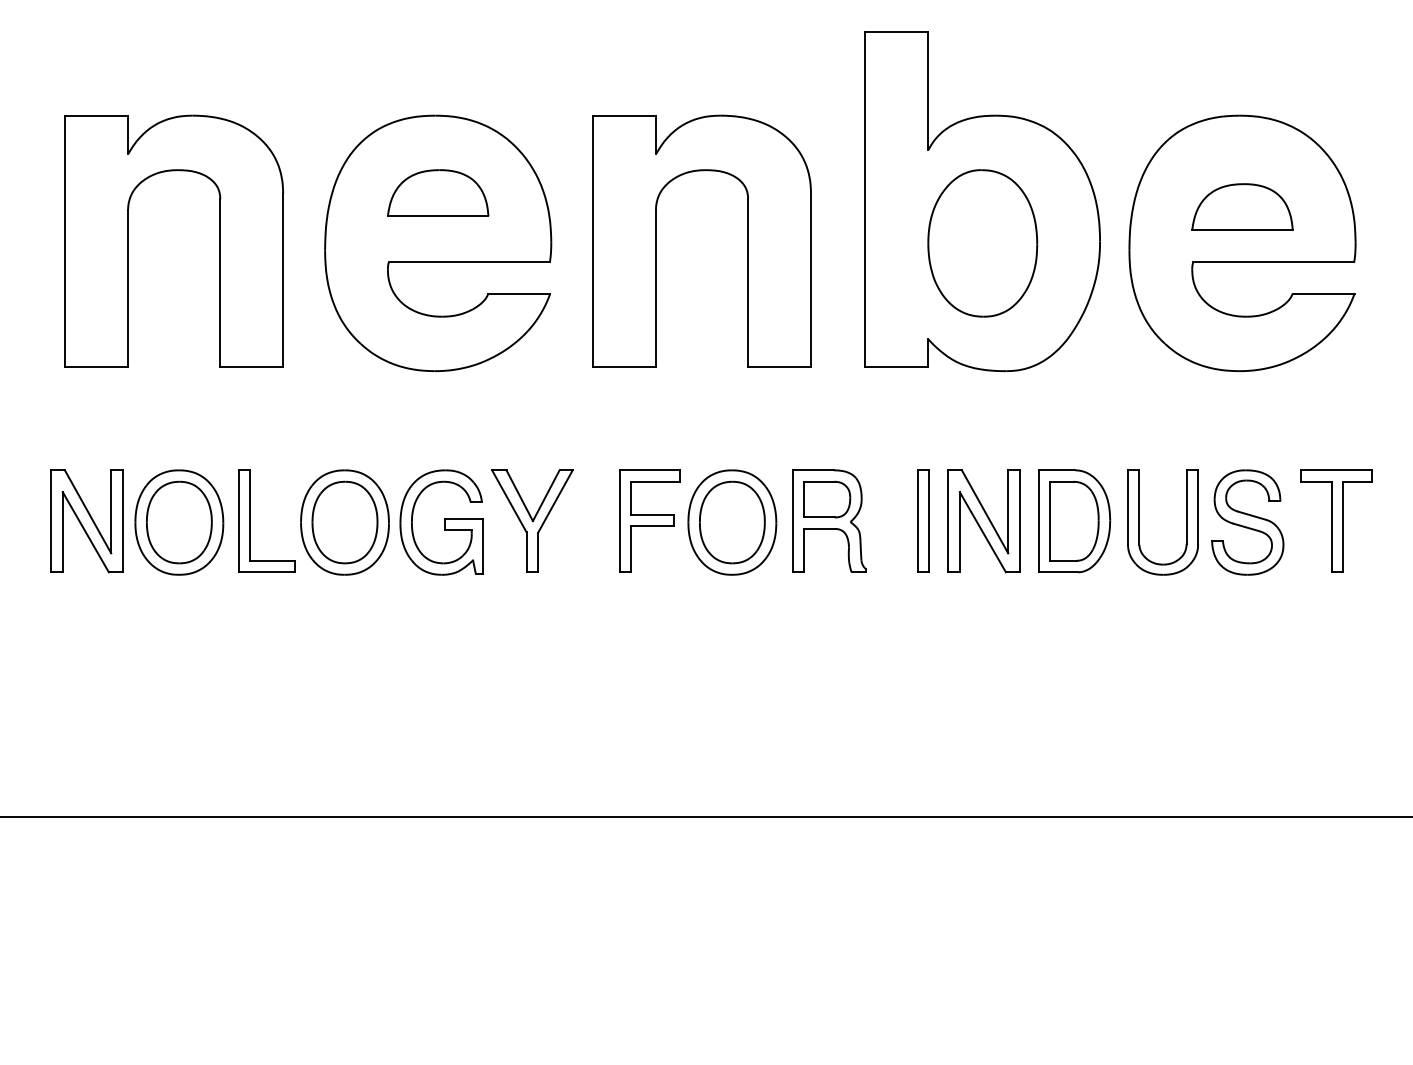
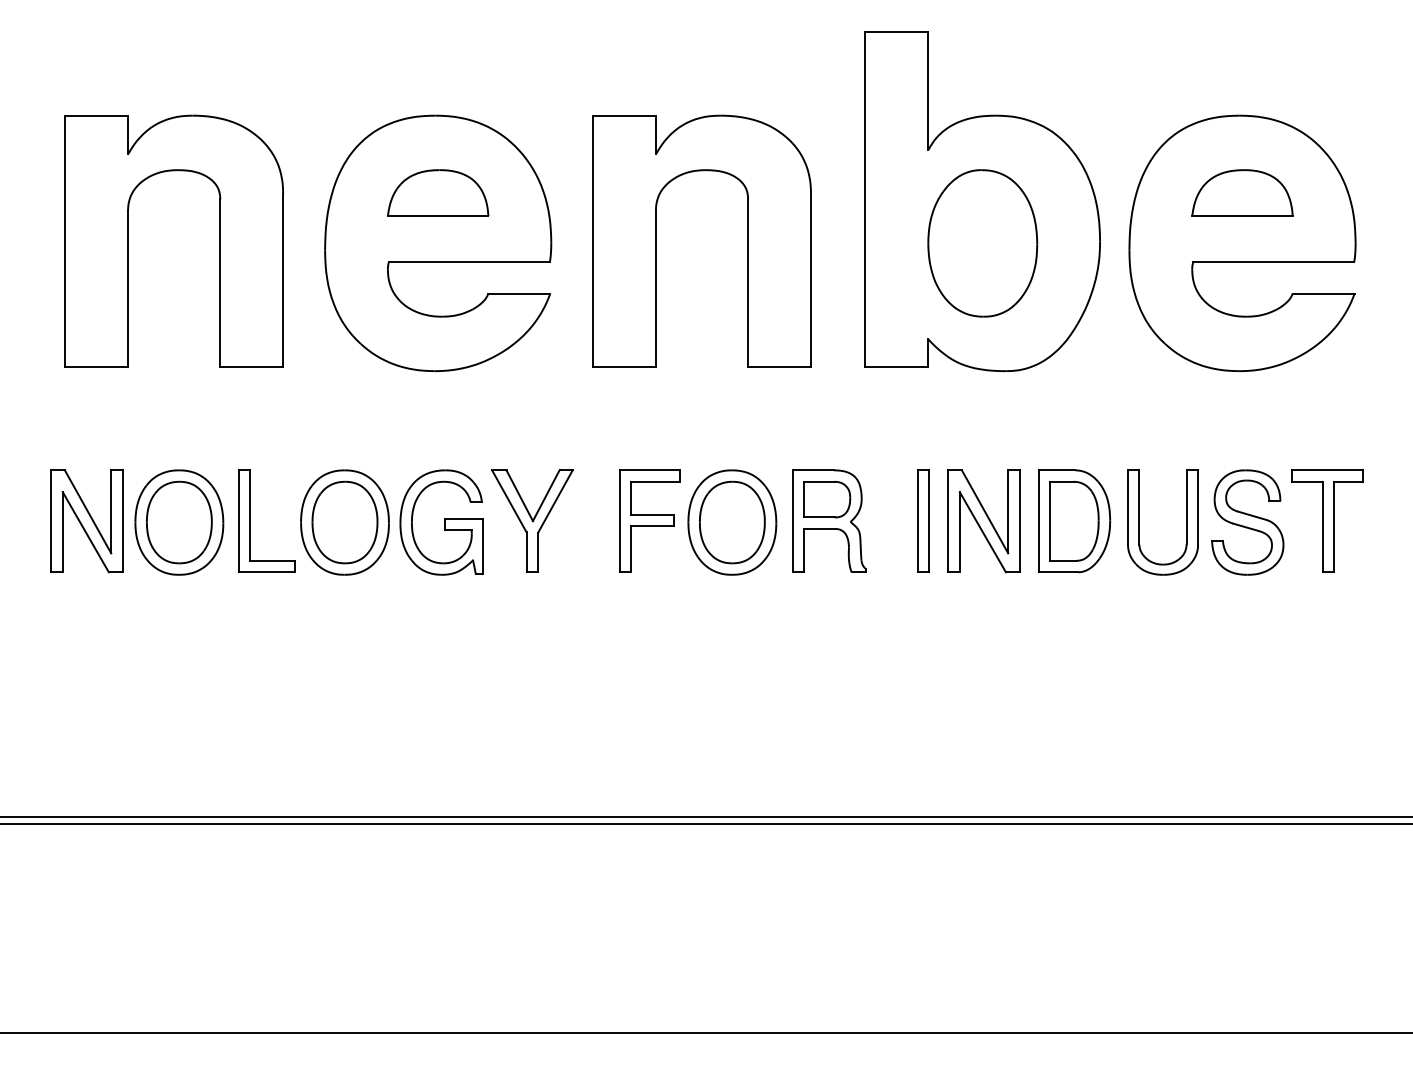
part at (1242, 206) position: (1242, 206) -> (1242, 192)
part at (1336, 520) position: (1336, 520) -> (1327, 520)
line at (705, 823): none -> present
line at (705, 1033): none -> present
